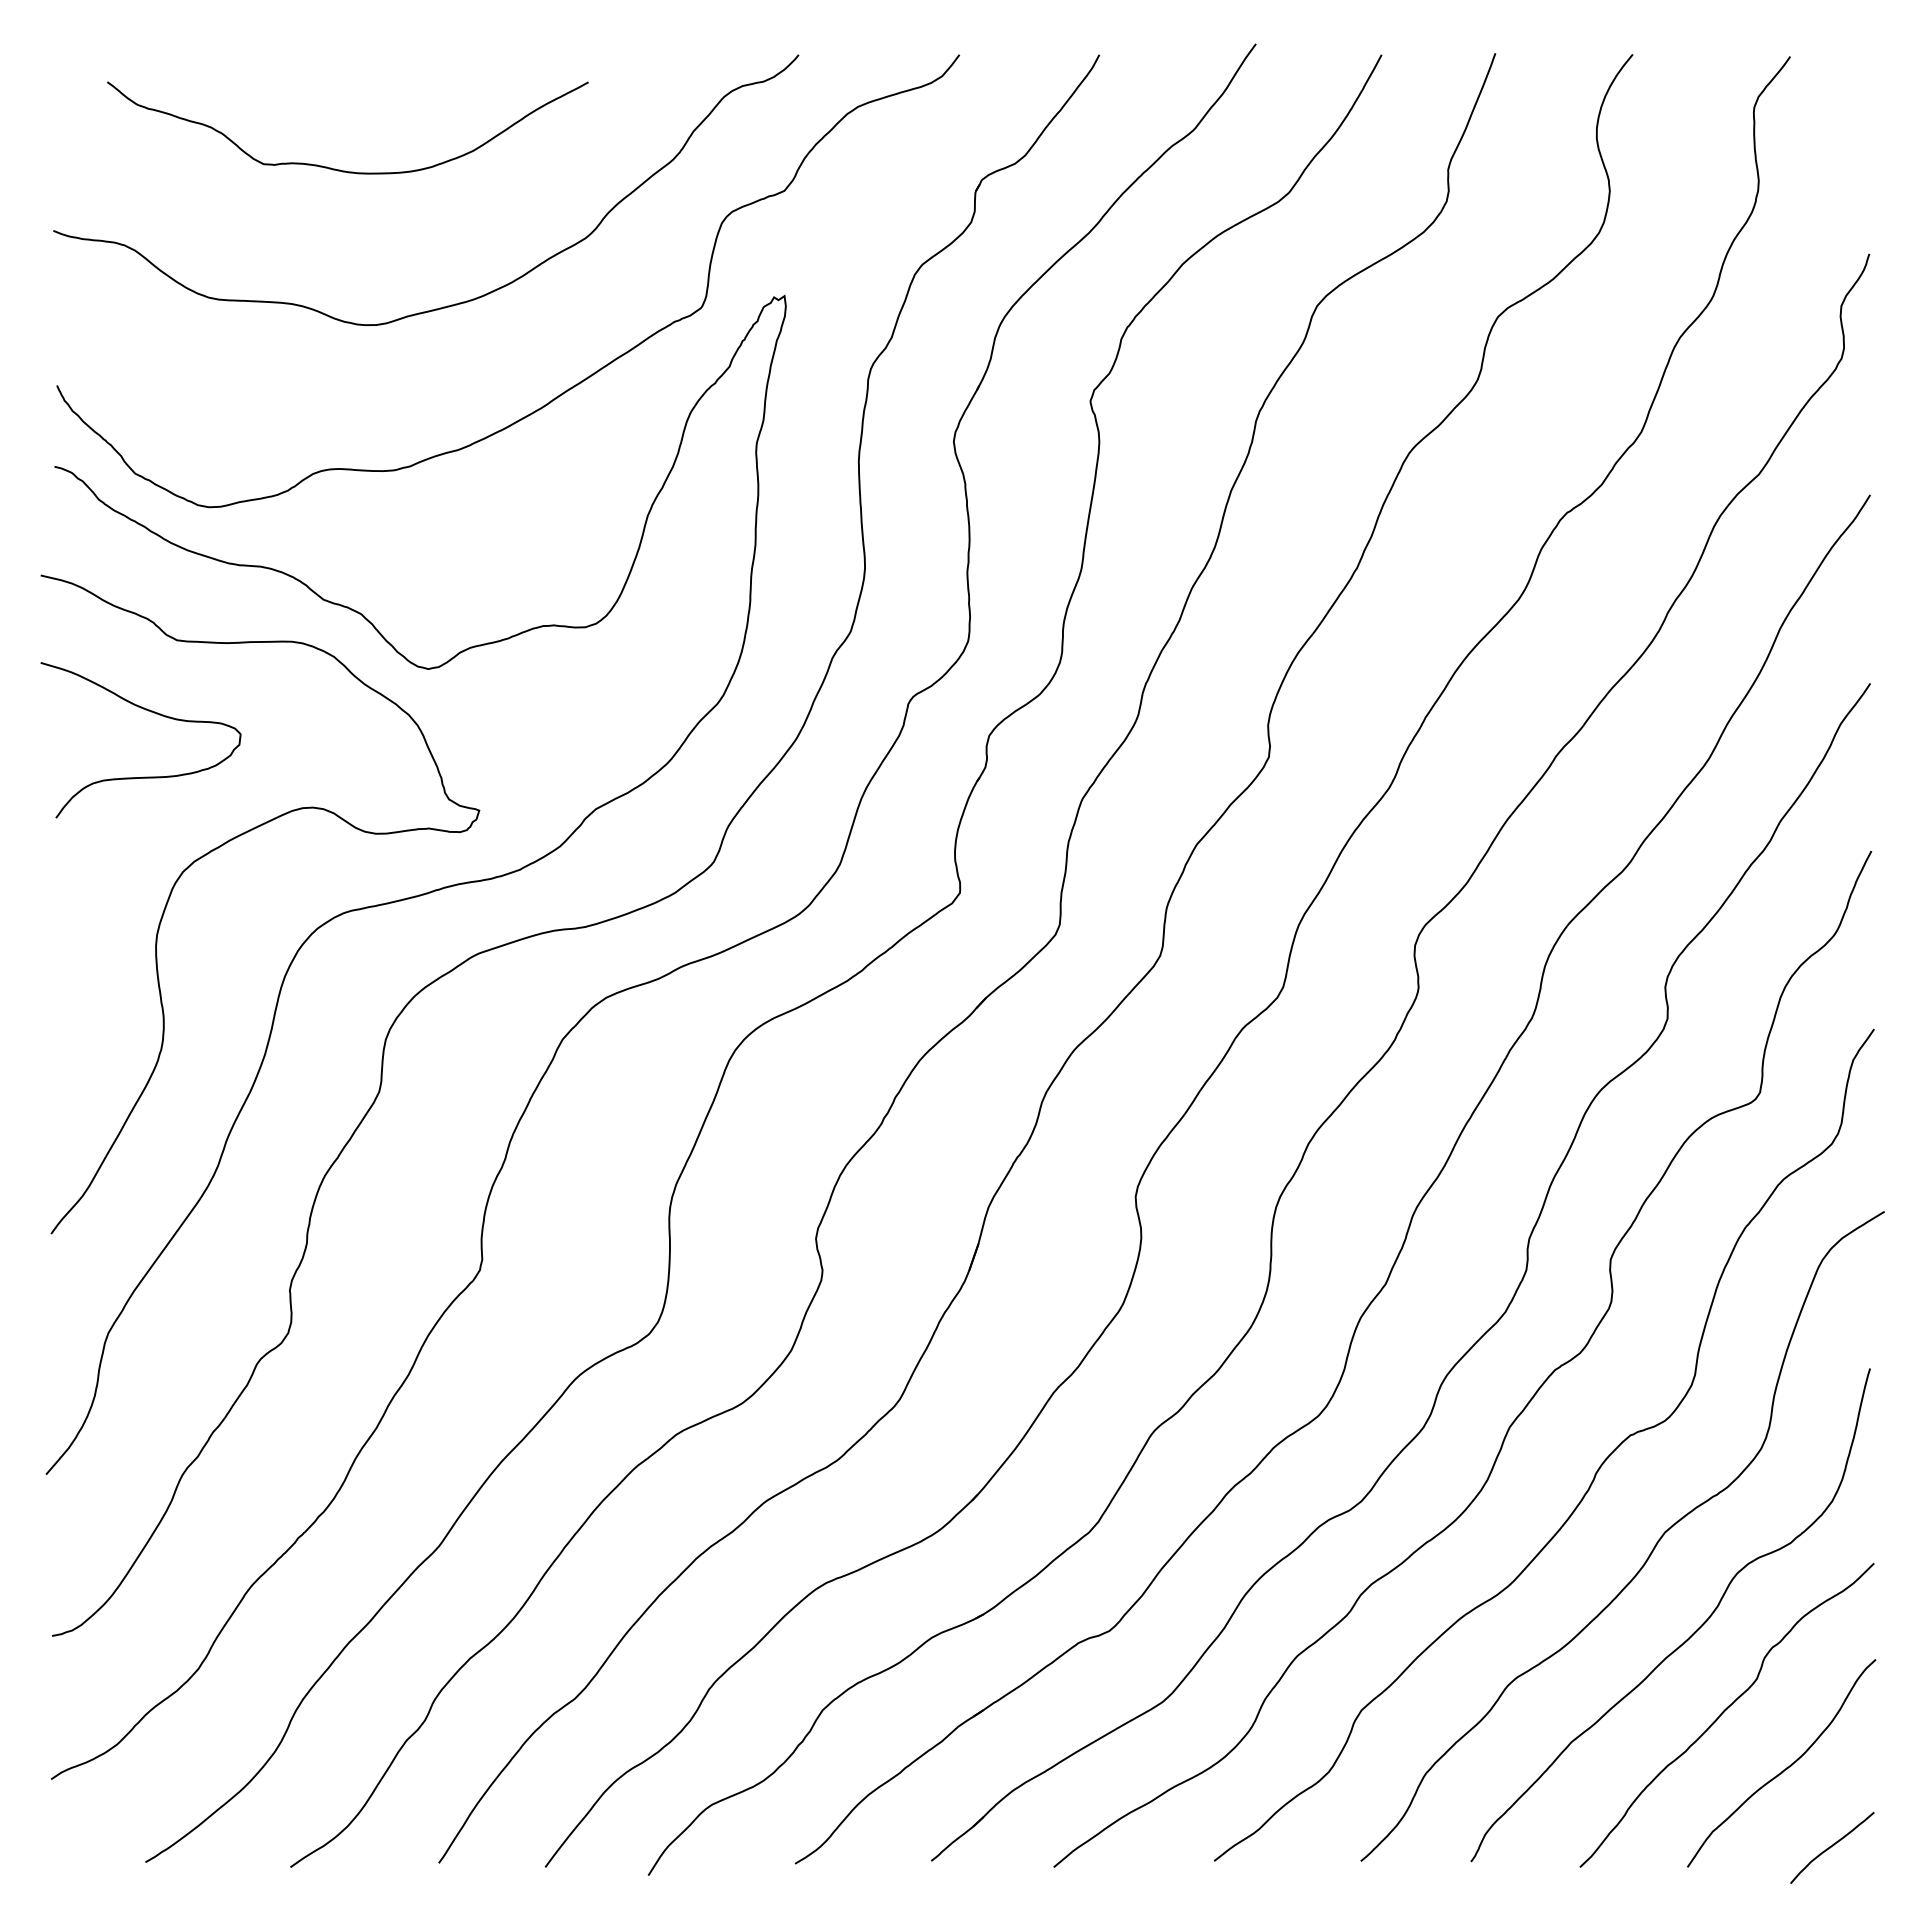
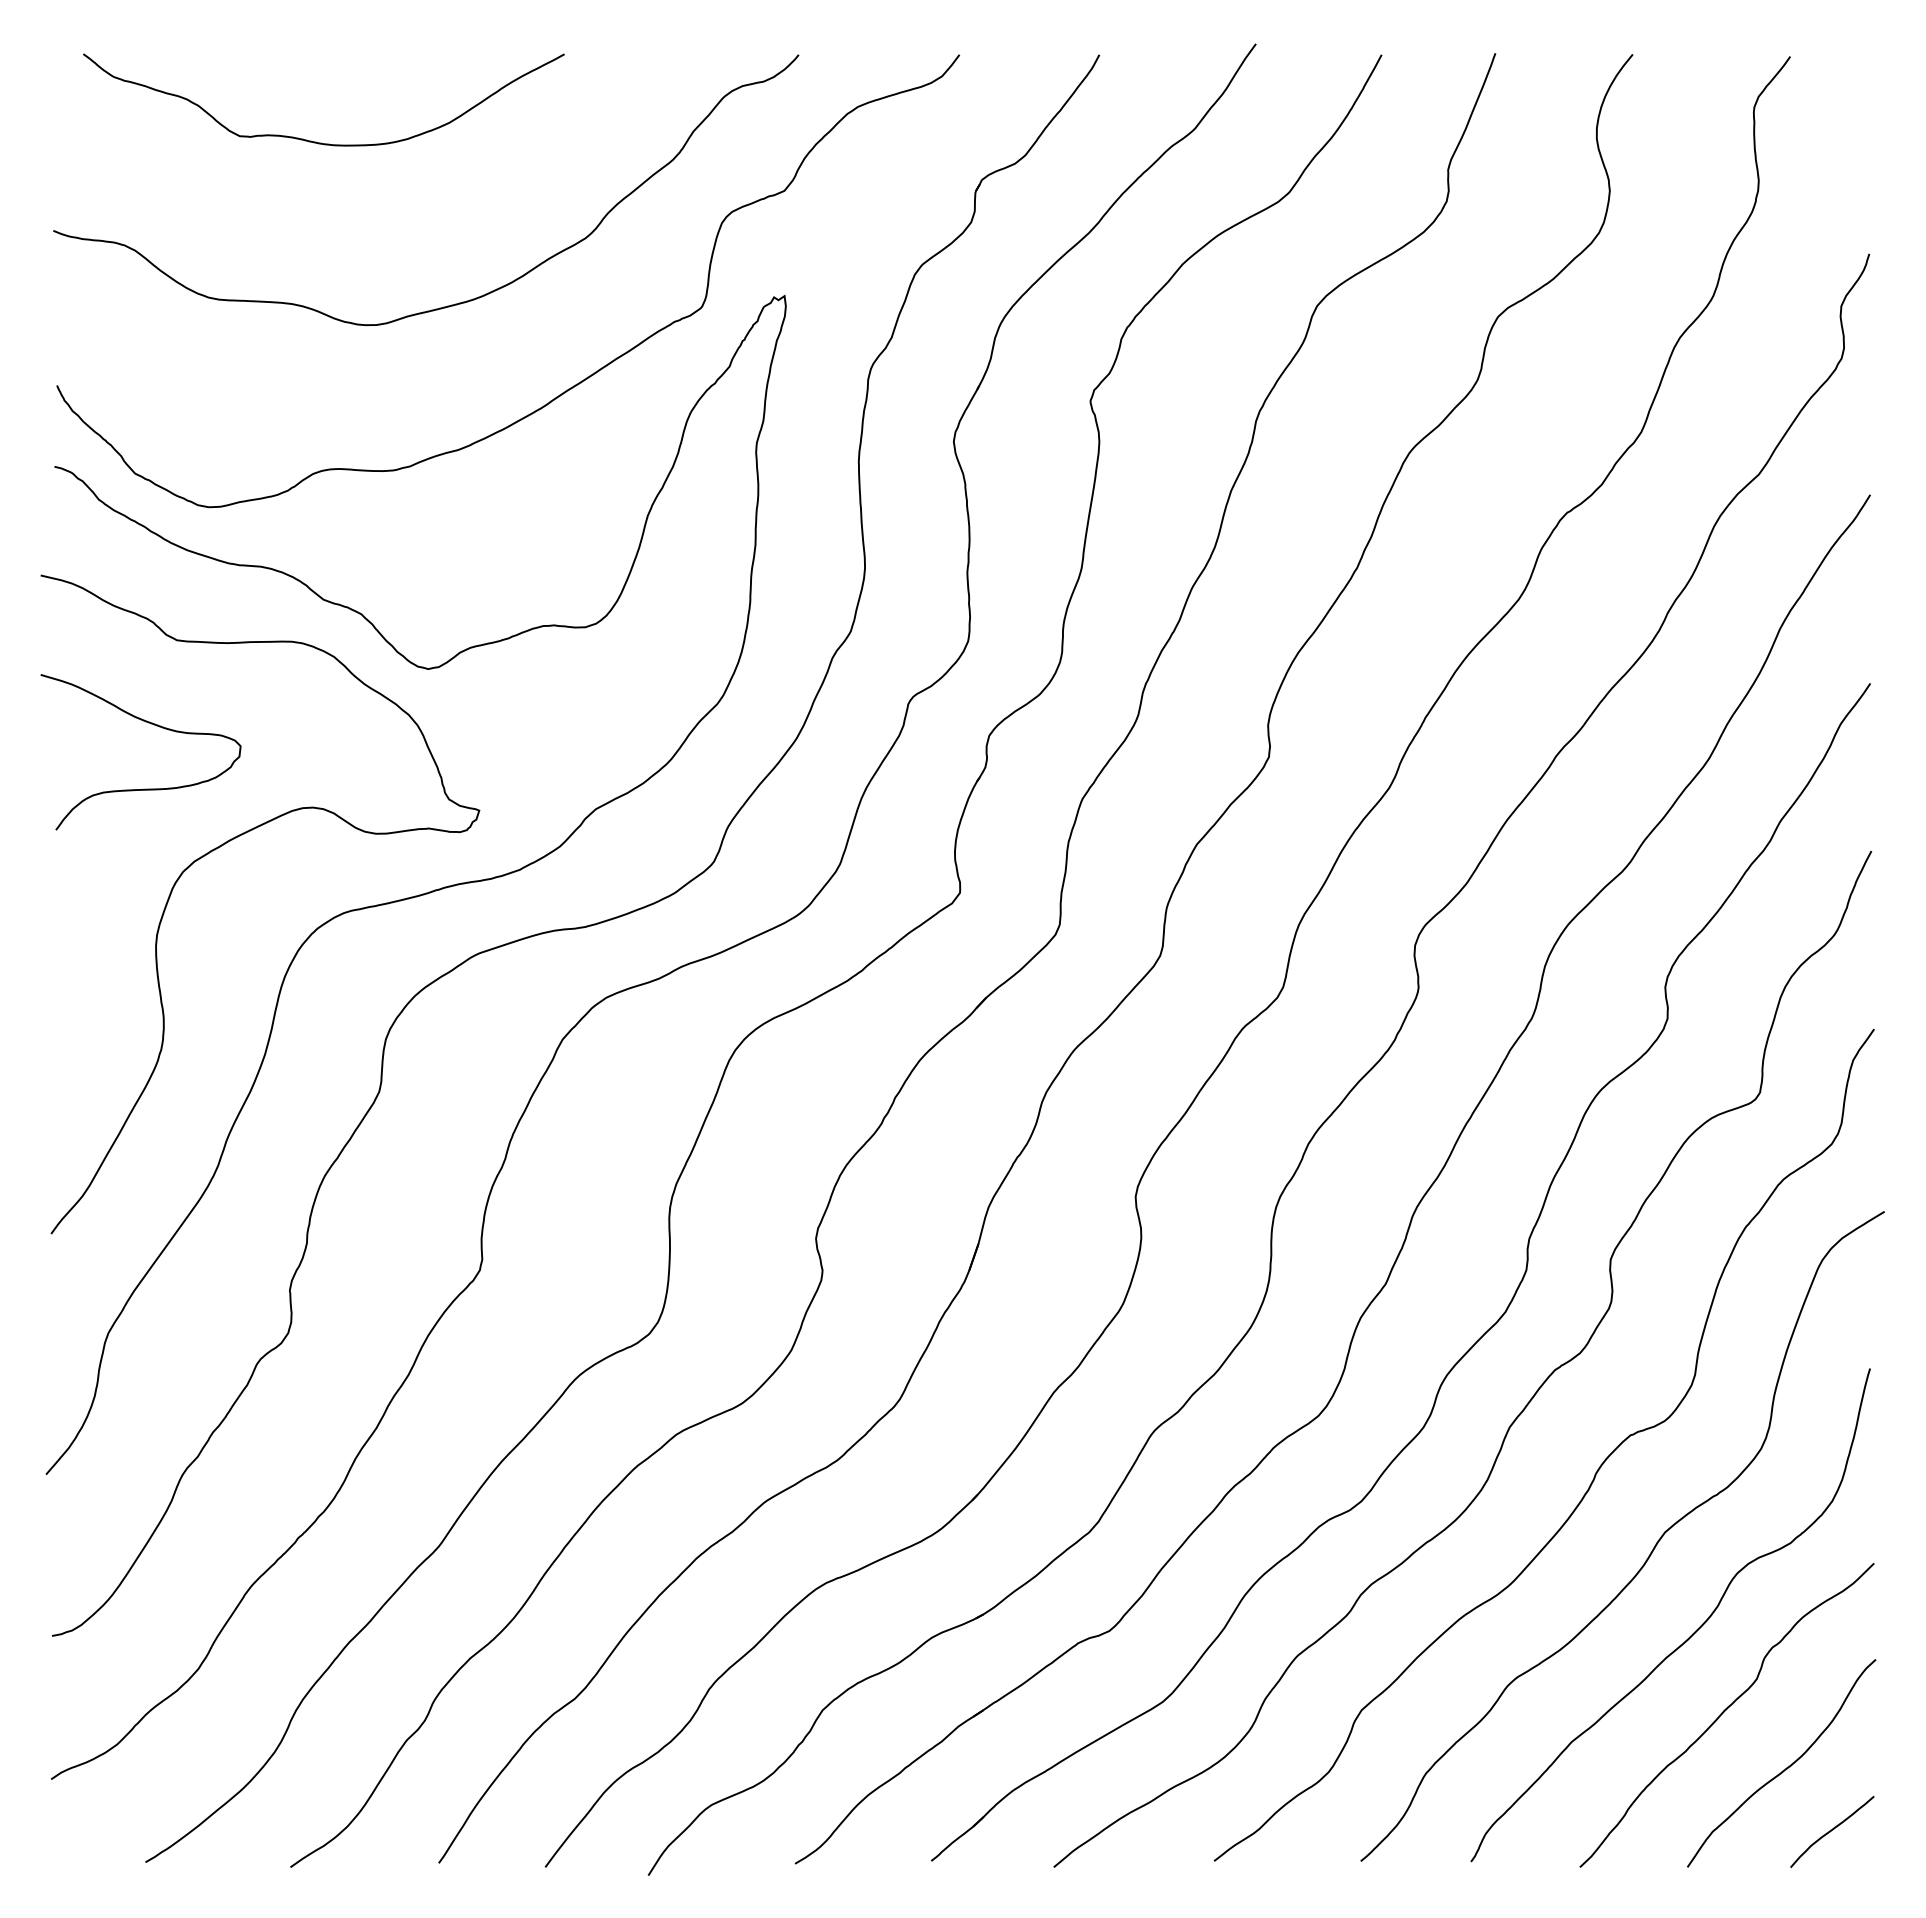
curve at (340, 169) position: (340, 169) -> (316, 141)
curve at (148, 711) position: (148, 711) -> (148, 723)
curve at (1832, 1846) position: (1832, 1846) -> (1832, 1830)
